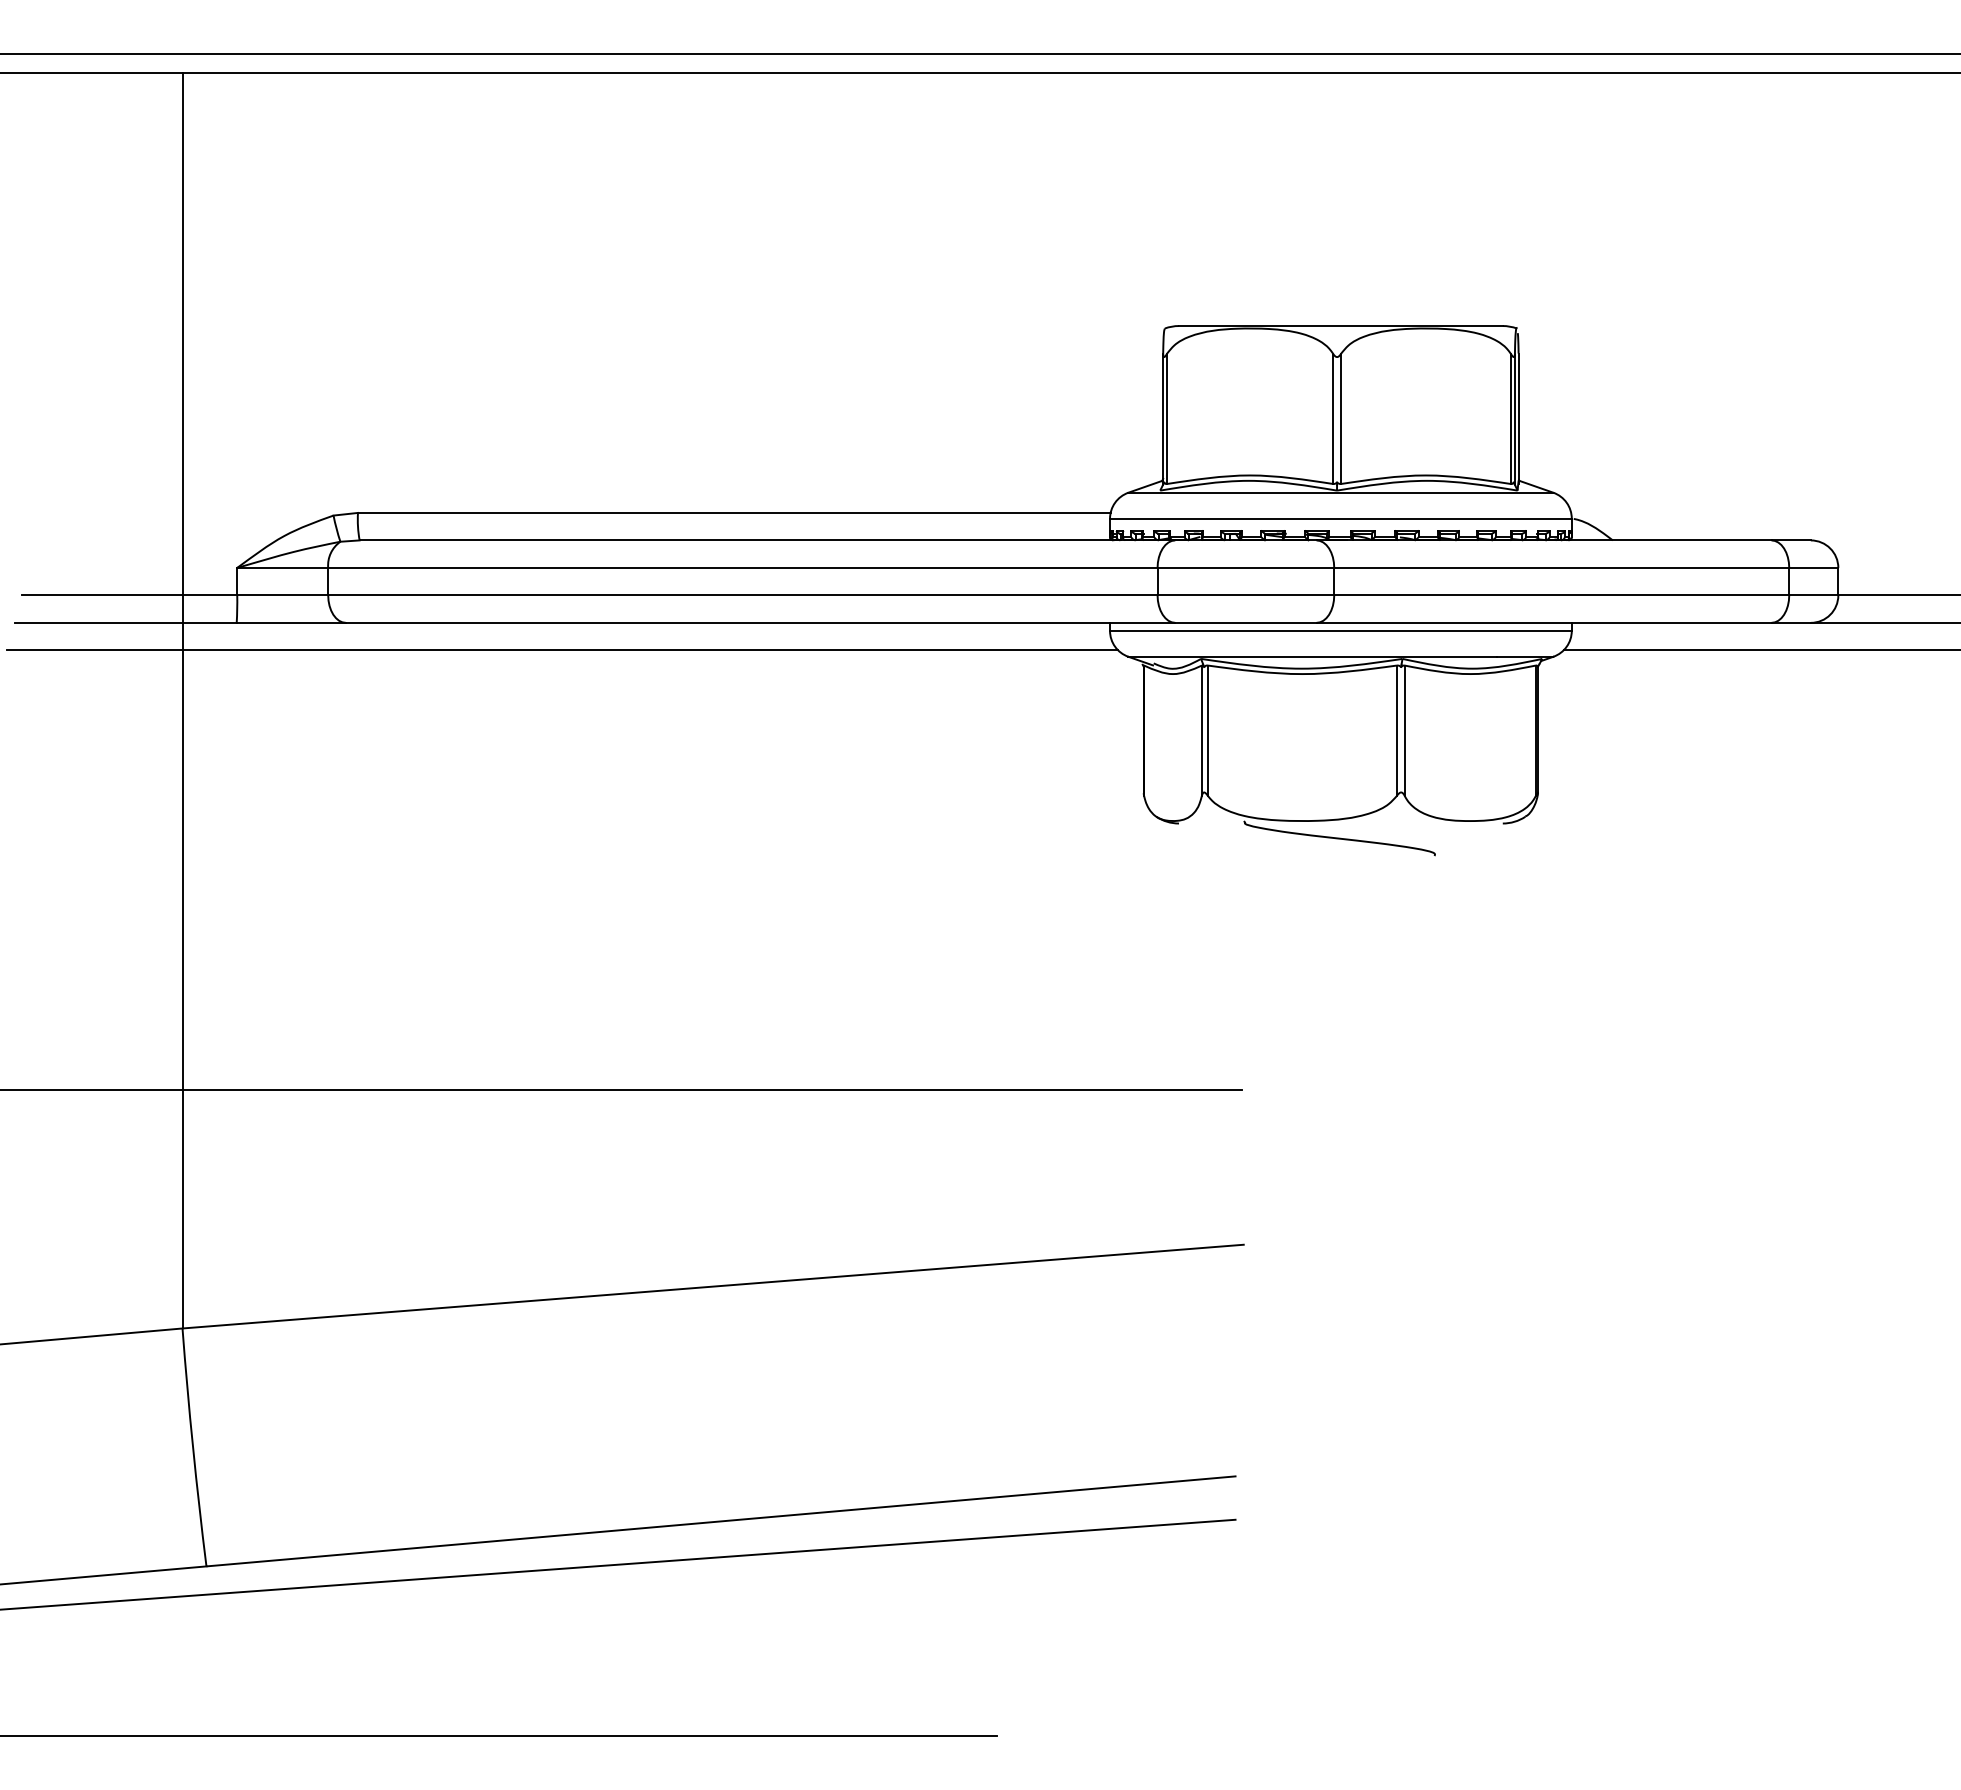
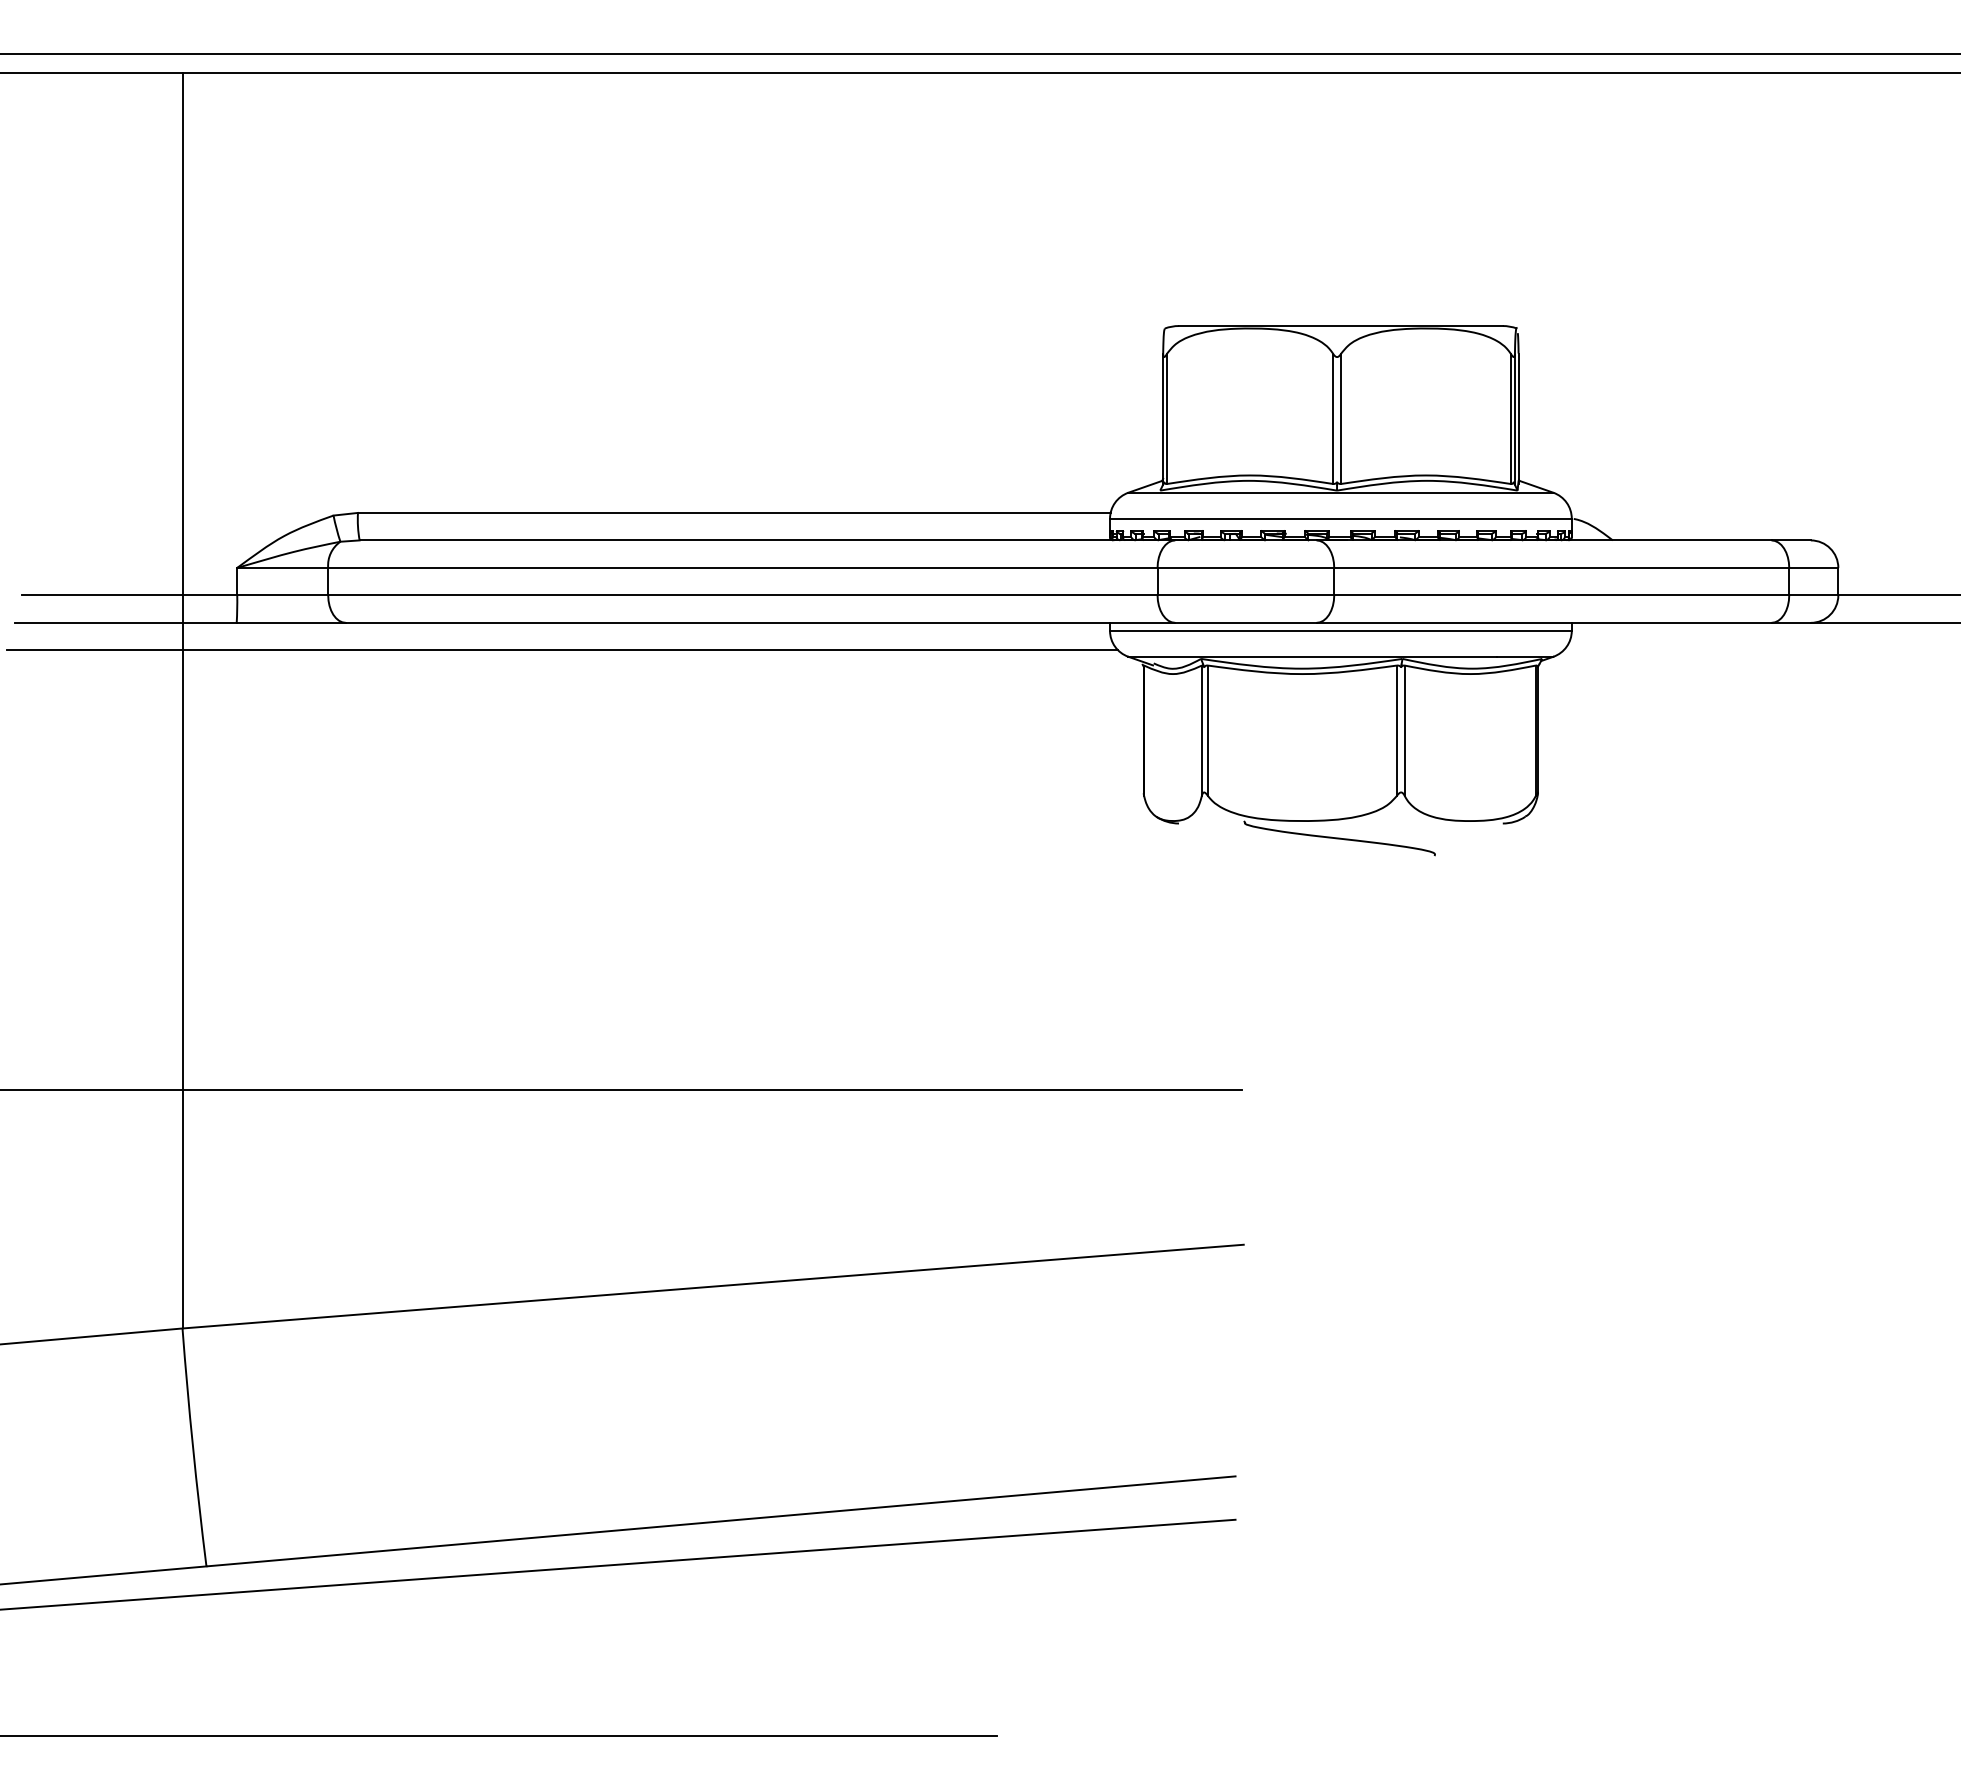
line at (1760, 650): present -> none
